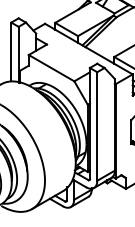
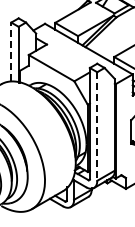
line at (11, 51): solid -> dashed
line at (97, 127): solid -> dashed
